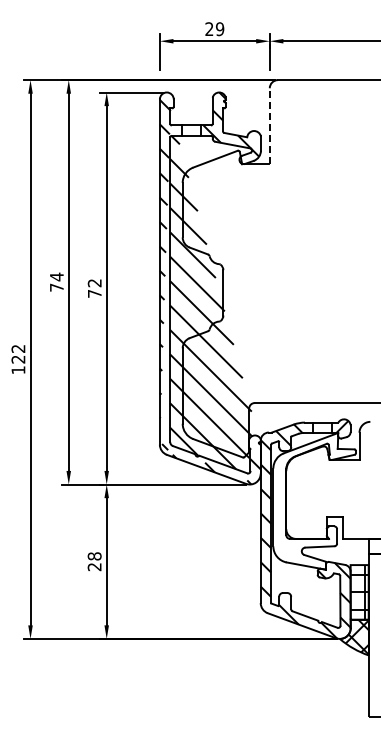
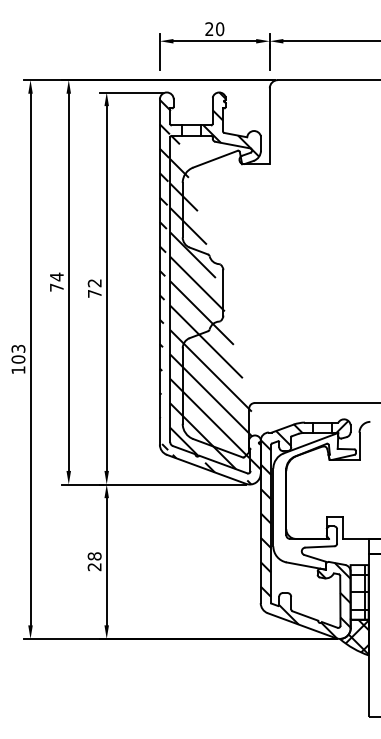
text at (220, 29): 29 -> 20
line at (269, 126): dashed -> solid
text at (18, 354): 122 -> 103
